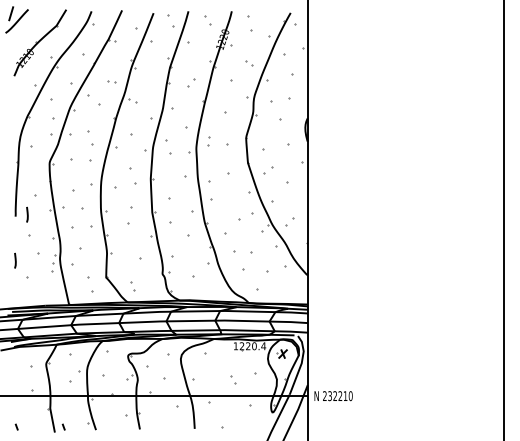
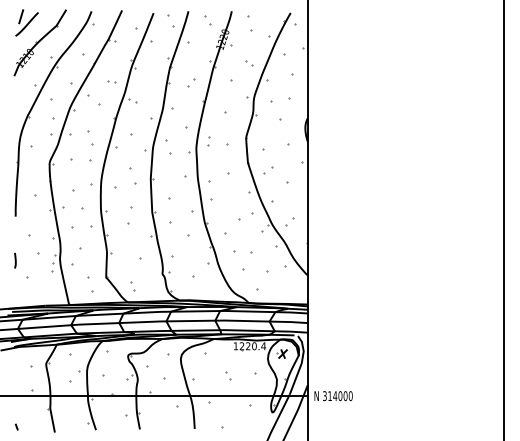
part at (16, 19) position: (16, 19) -> (26, 22)
line at (27, 214): present -> none
part at (233, 379) position: (233, 379) -> (228, 375)
text at (335, 396): 232210 -> 314000
line at (63, 426): present -> none
